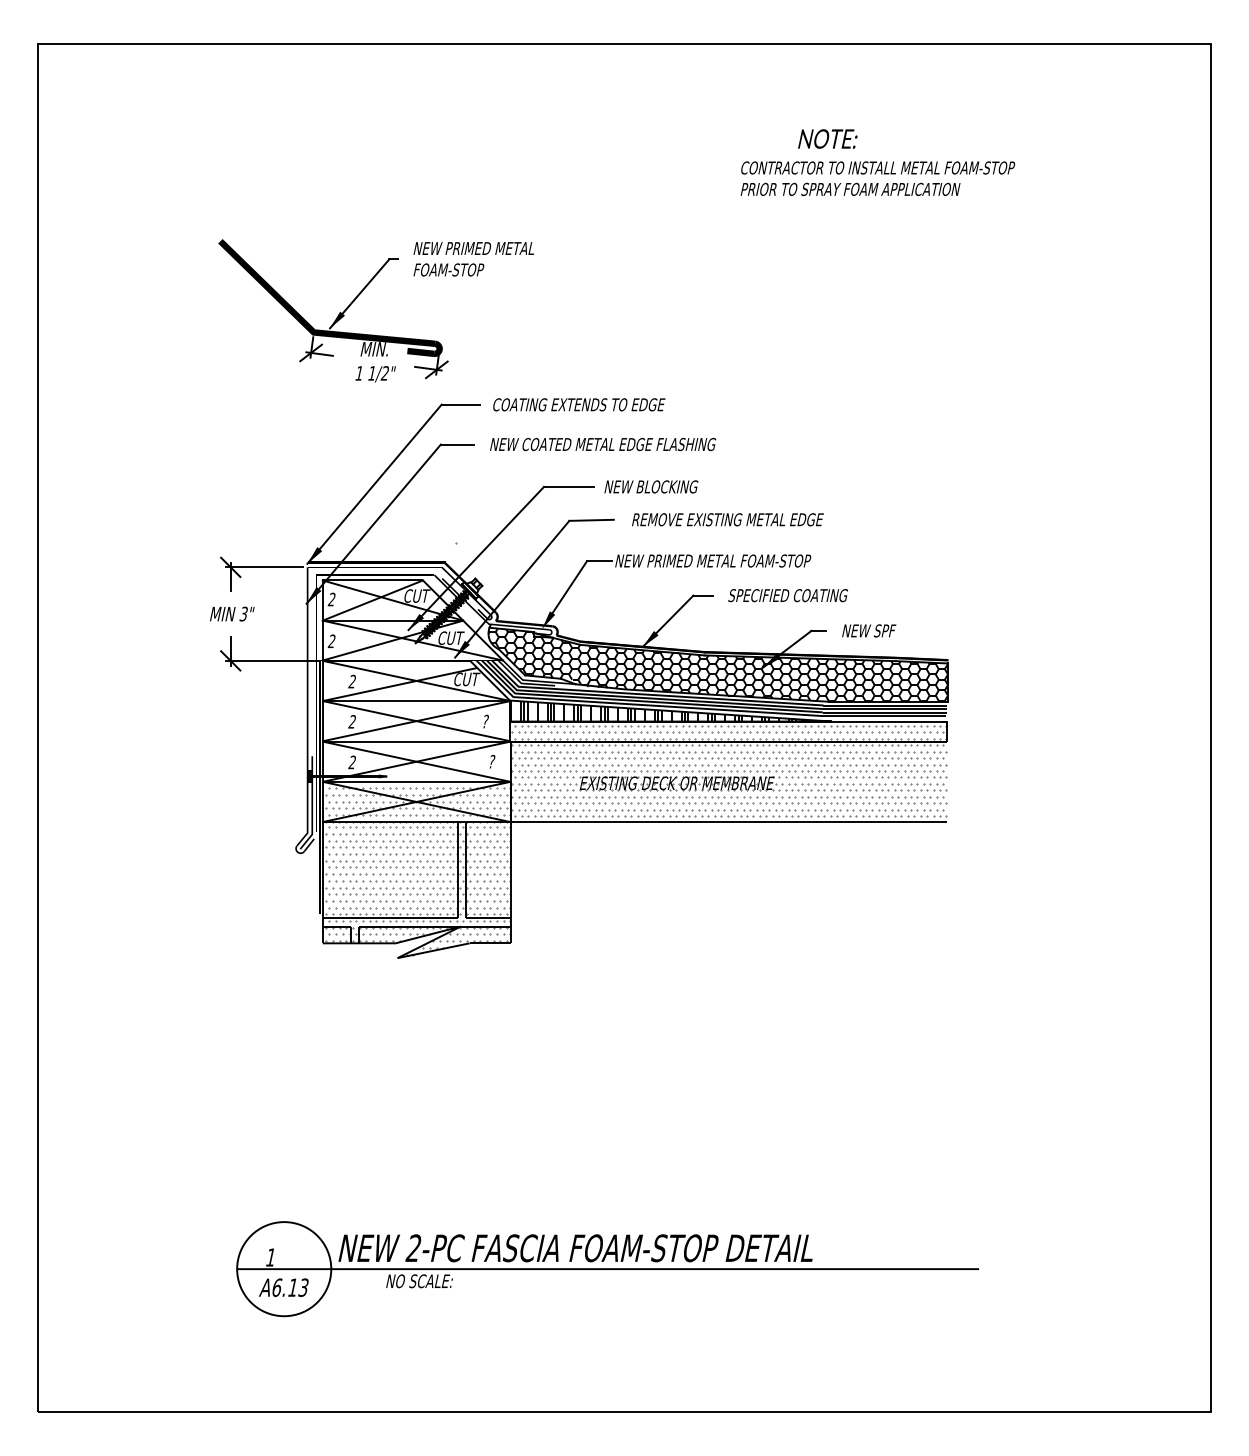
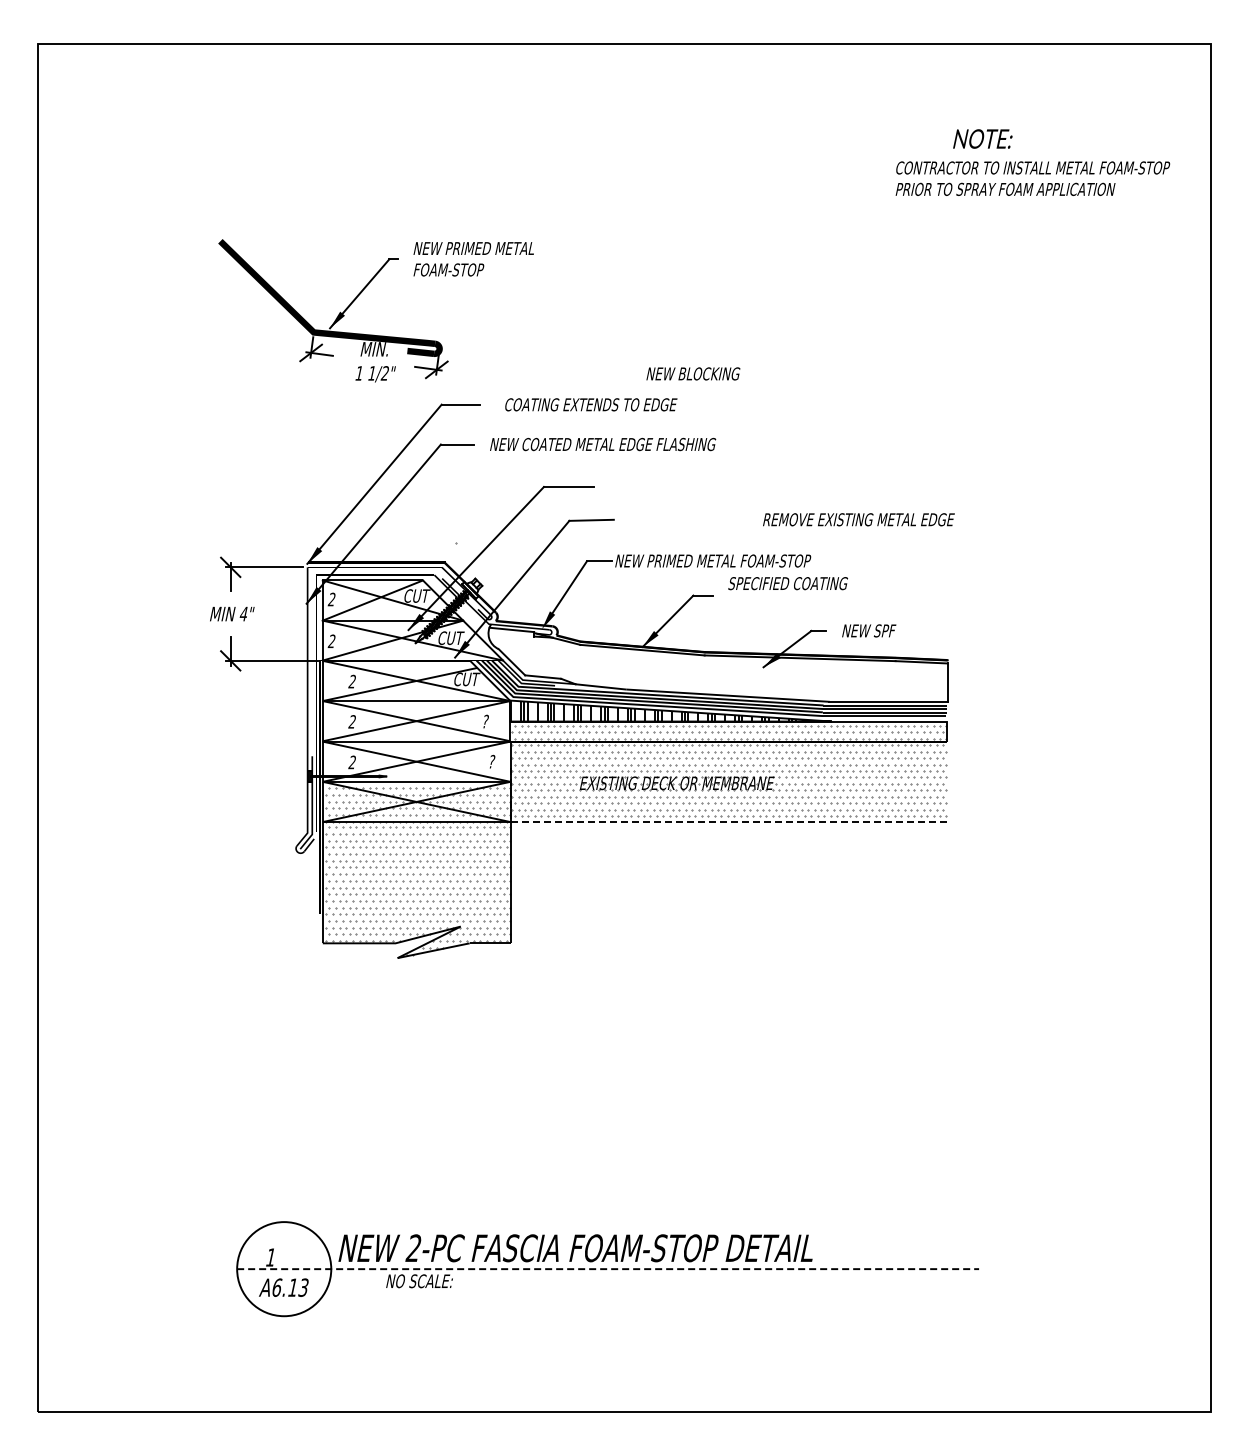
text at (877, 162) position: (877, 162) -> (1032, 162)
text at (579, 404) position: (579, 404) -> (591, 404)
text at (651, 486) position: (651, 486) -> (693, 373)
text at (727, 519) position: (727, 519) -> (858, 519)
text at (787, 595) position: (787, 595) -> (787, 583)
text at (243, 613): 3" -> 4"
hatch at (717, 664): present -> none
line at (701, 822): solid -> dashed
hatch at (416, 882): present -> none
line at (608, 1269): solid -> dashed
